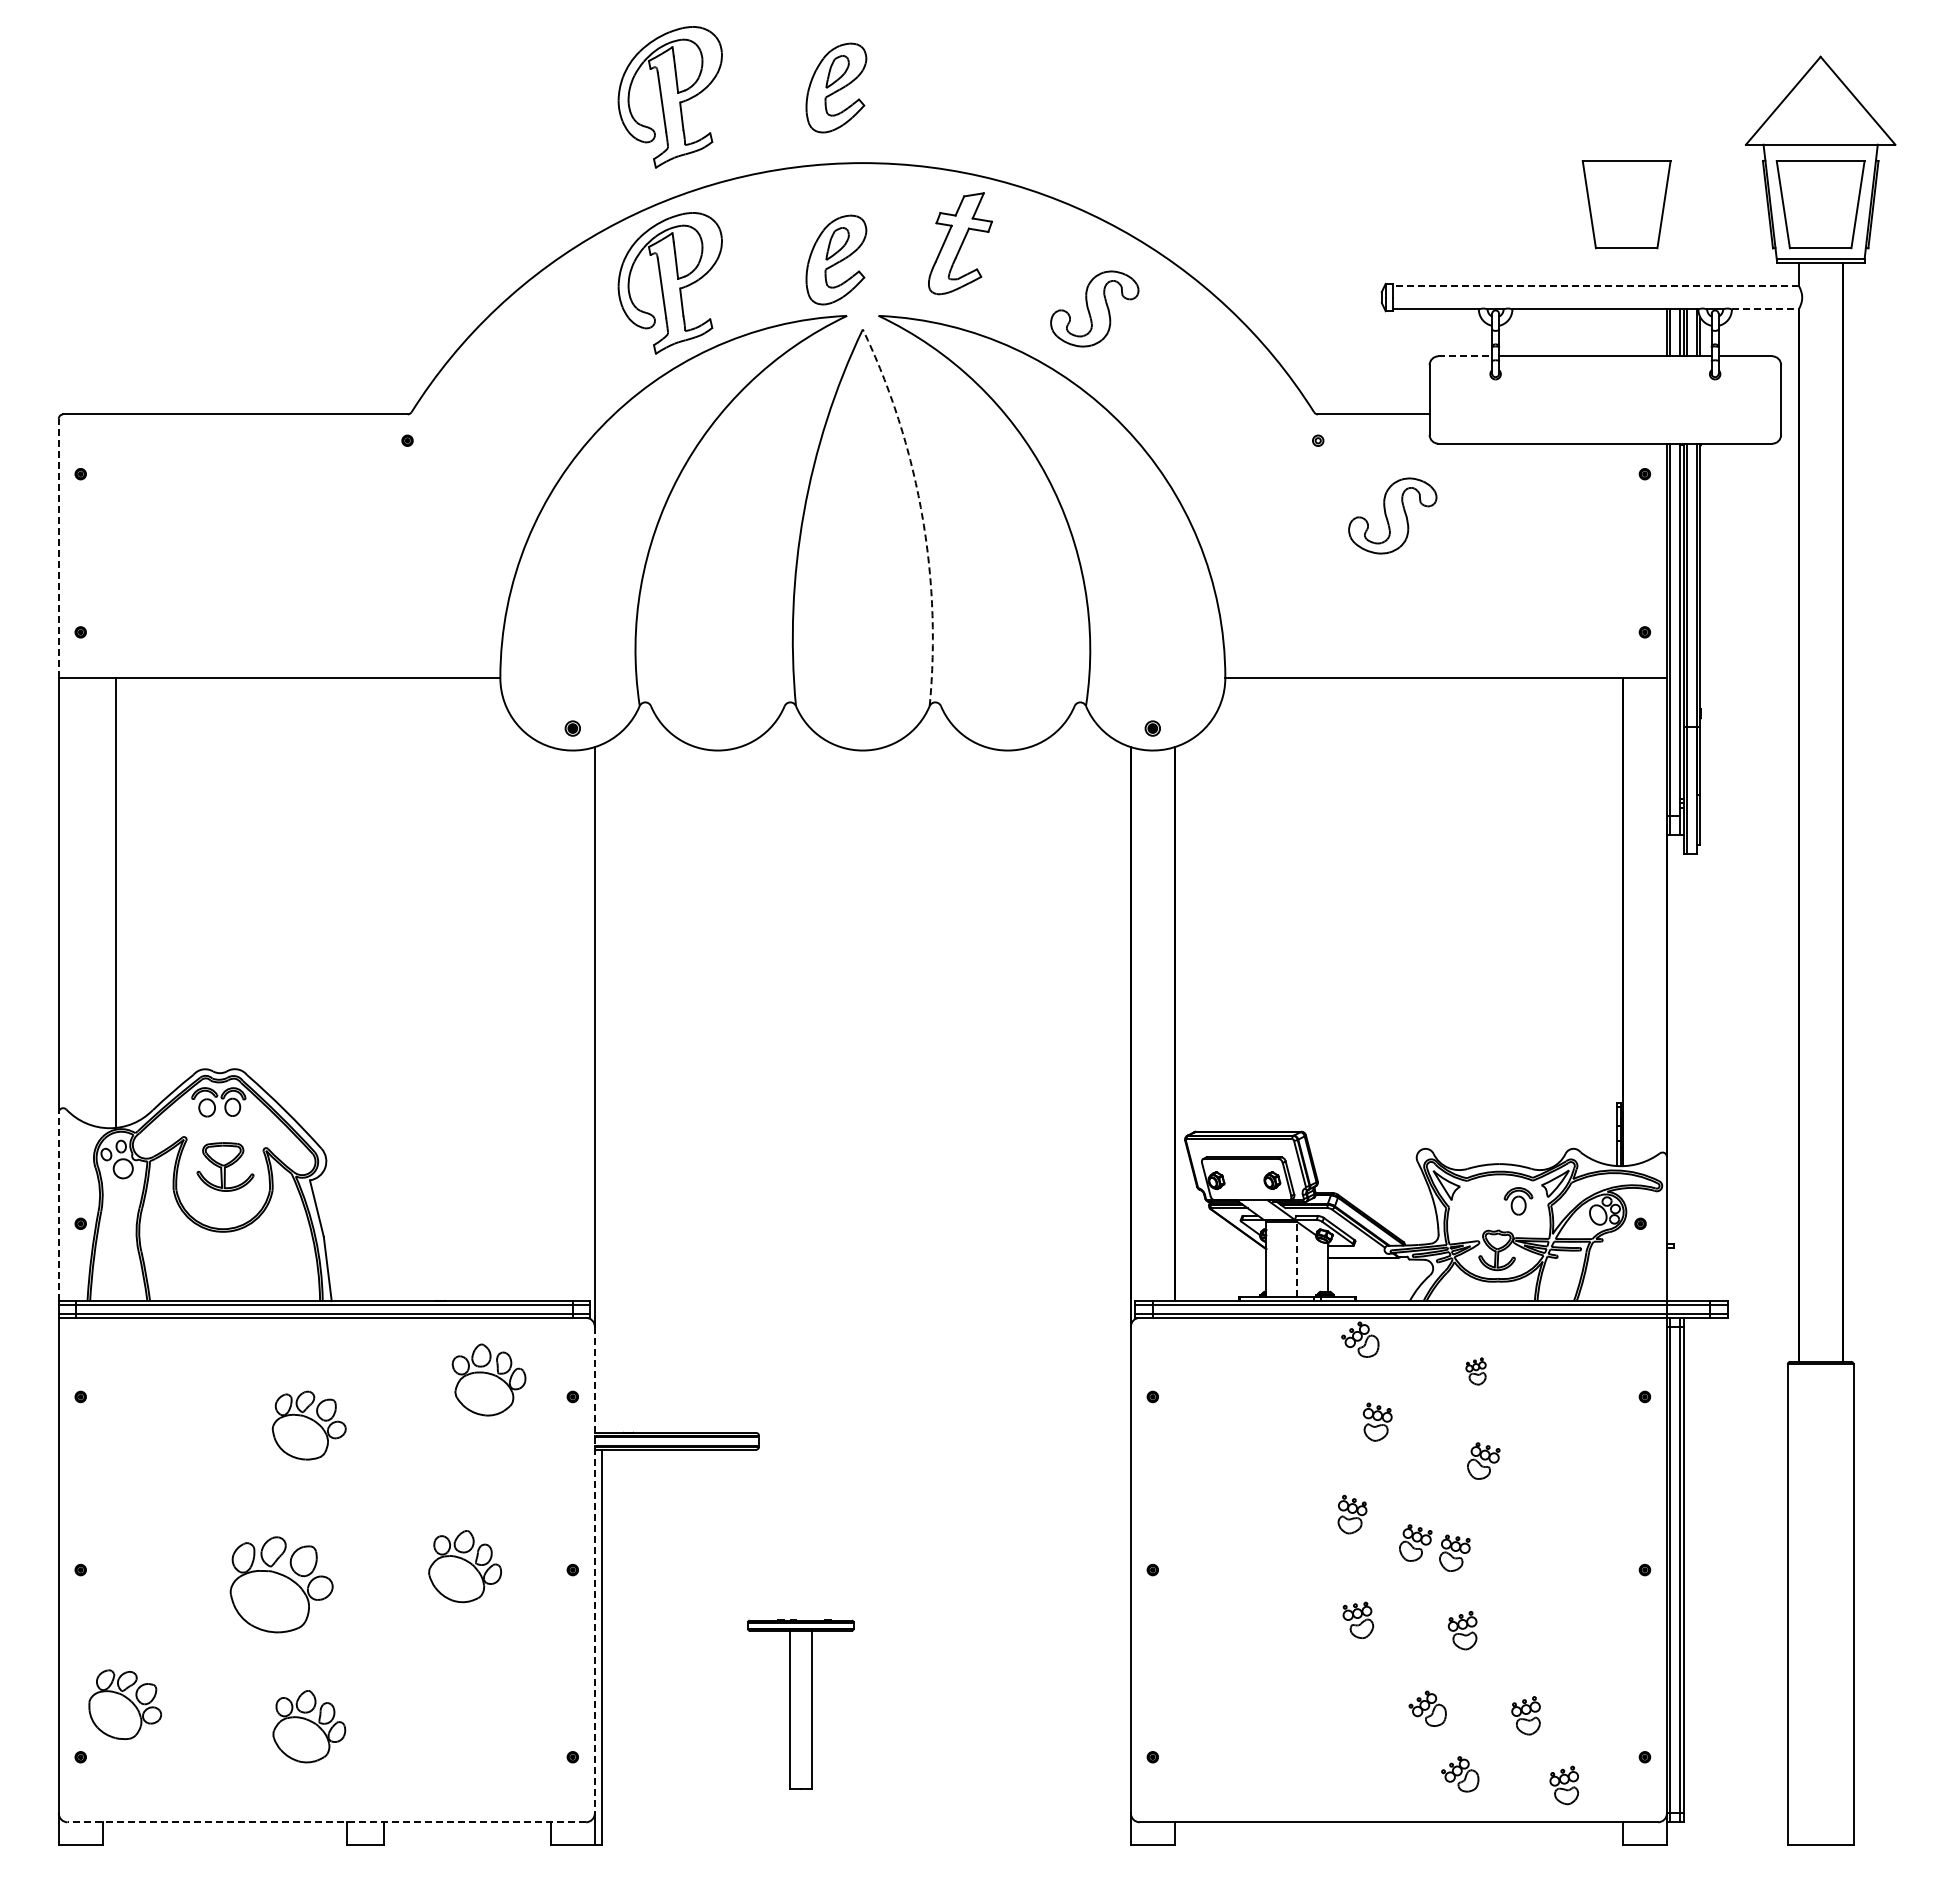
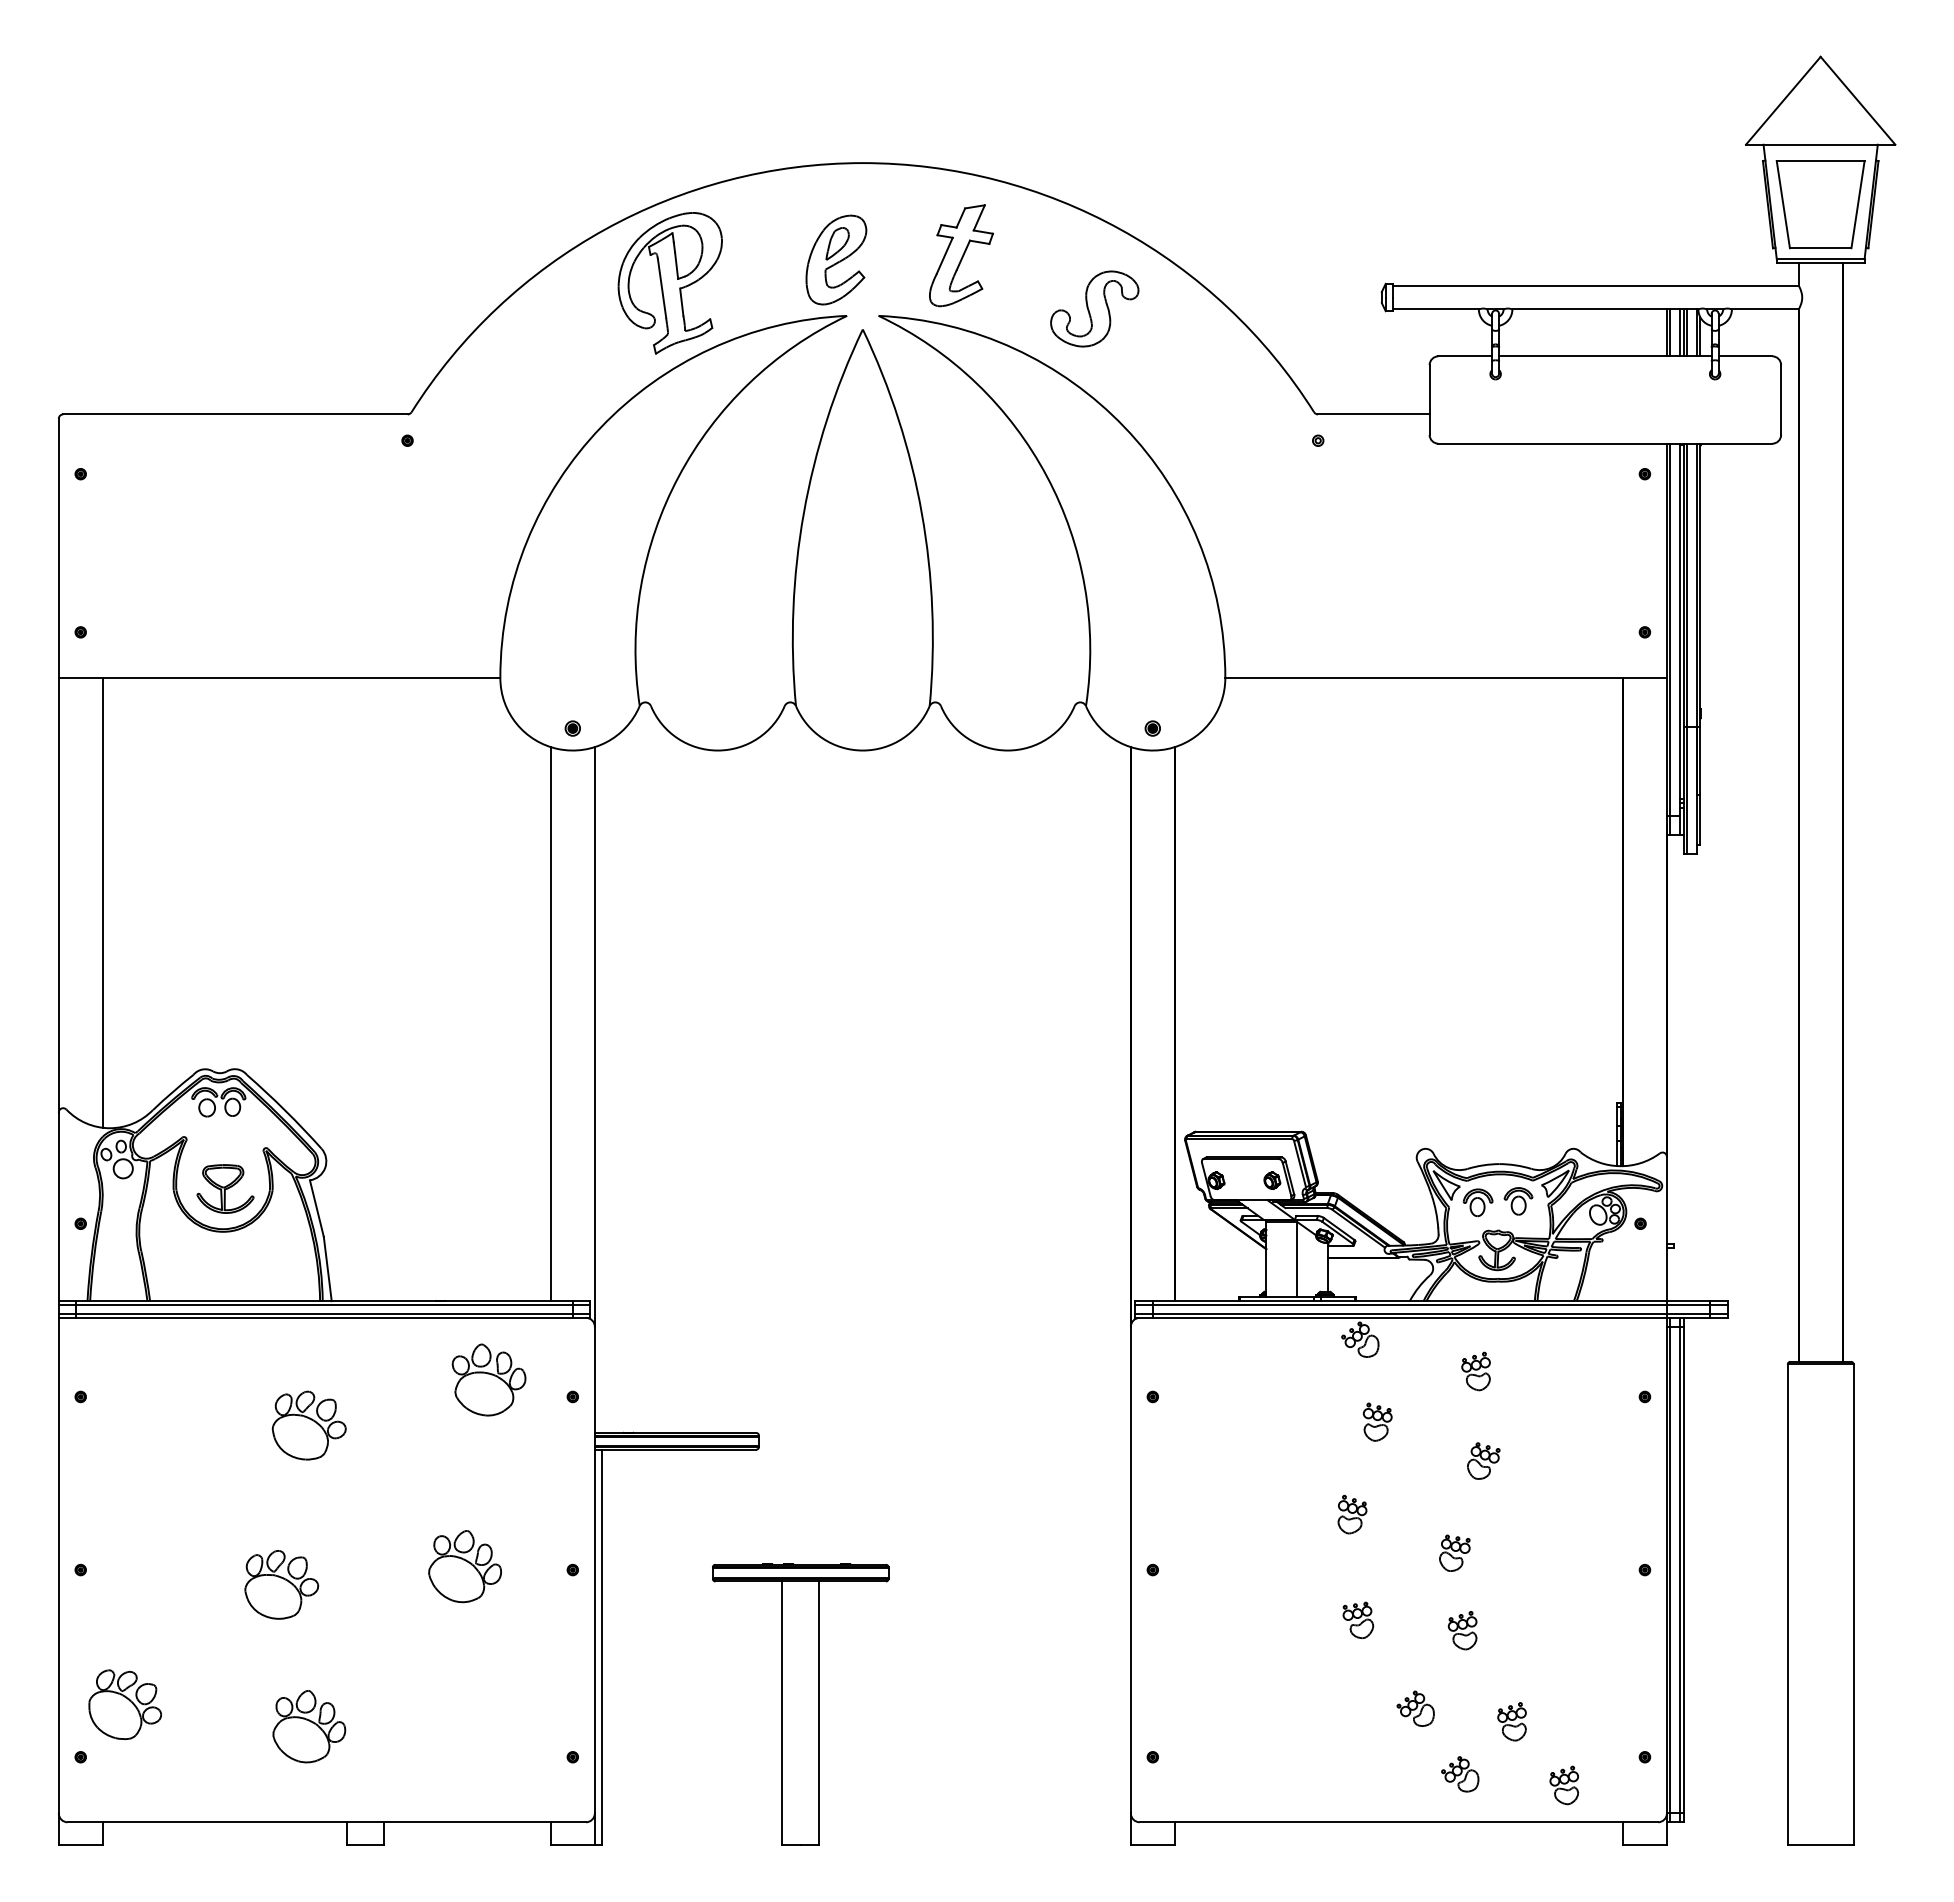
part at (836, 87): present -> none
part at (669, 97): present -> none
part at (1626, 204): present -> none
part at (960, 243) position: (960, 243) -> (961, 255)
line at (1595, 285): dashed -> solid
line at (1765, 309): dashed -> solid
line at (1465, 356): dashed -> solid
arc at (921, 513): dashed -> solid
part at (1392, 515): present -> none
line at (58, 548): dashed -> solid
line at (115, 902) position: (115, 902) -> (102, 902)
line at (550, 1024): none -> present
part at (225, 1166) position: (225, 1166) -> (225, 1188)
part at (1477, 1202): none -> present
line at (58, 1206): dashed -> solid
line at (1297, 1258): dashed -> solid
part at (1475, 1371) size: 22x29 px -> 30x41 px
part at (1415, 1542): present -> none
line at (594, 1570): dashed -> solid
part at (281, 1584) size: 105x98 px -> 76x70 px
part at (800, 1704) size: 108x171 px -> 178x283 px
part at (1427, 1708) position: (1427, 1708) -> (1415, 1708)
part at (1525, 1715) position: (1525, 1715) -> (1511, 1721)
line at (326, 1822): dashed -> solid
